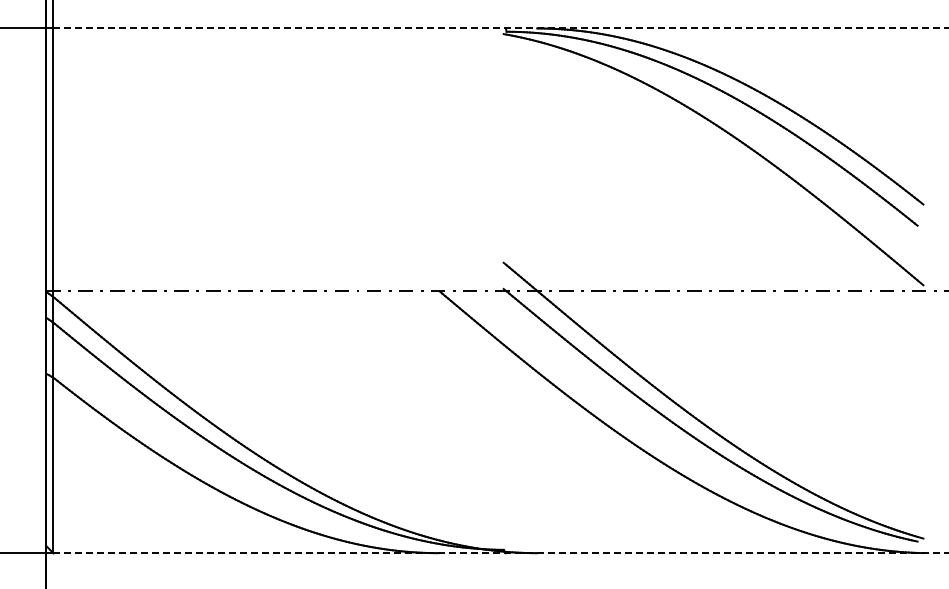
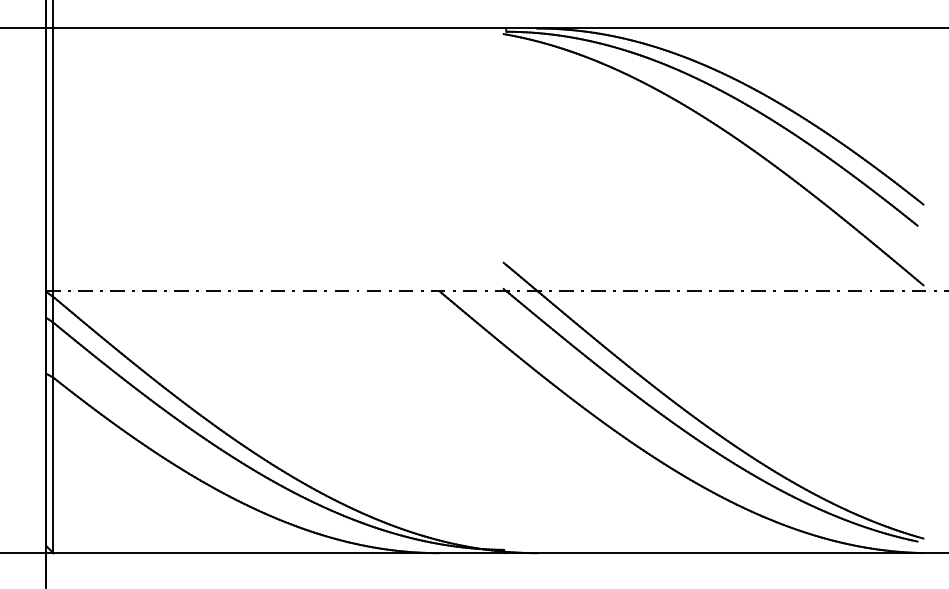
line at (501, 28): dashed -> solid
line at (501, 553): dashed -> solid
